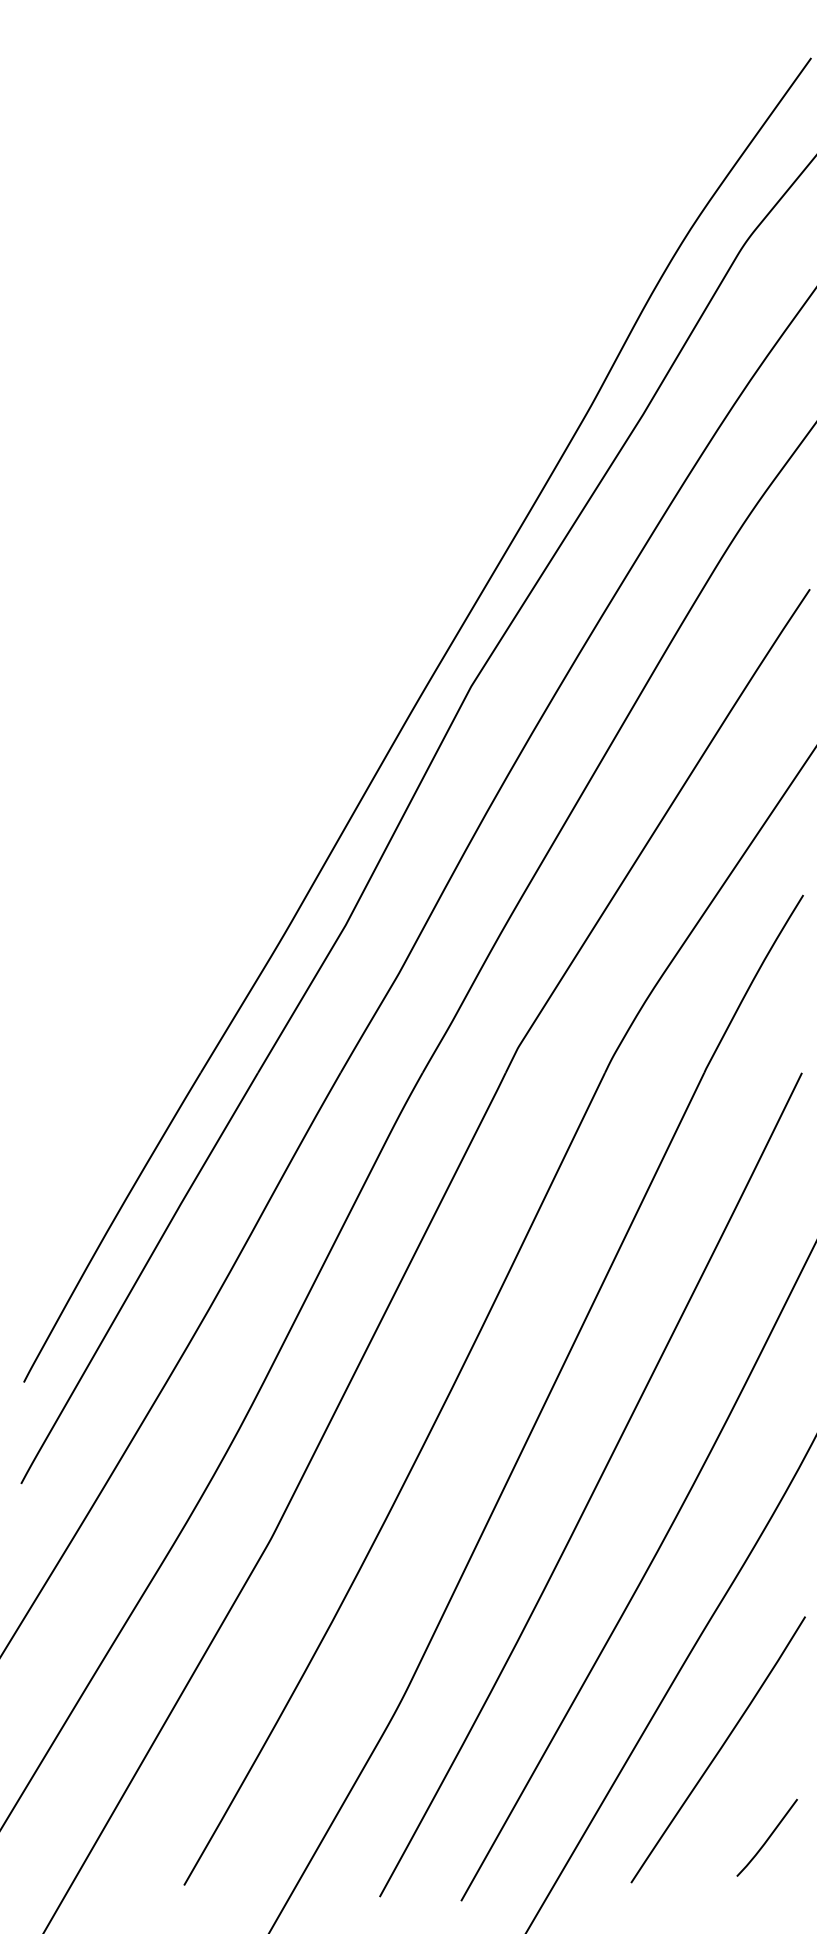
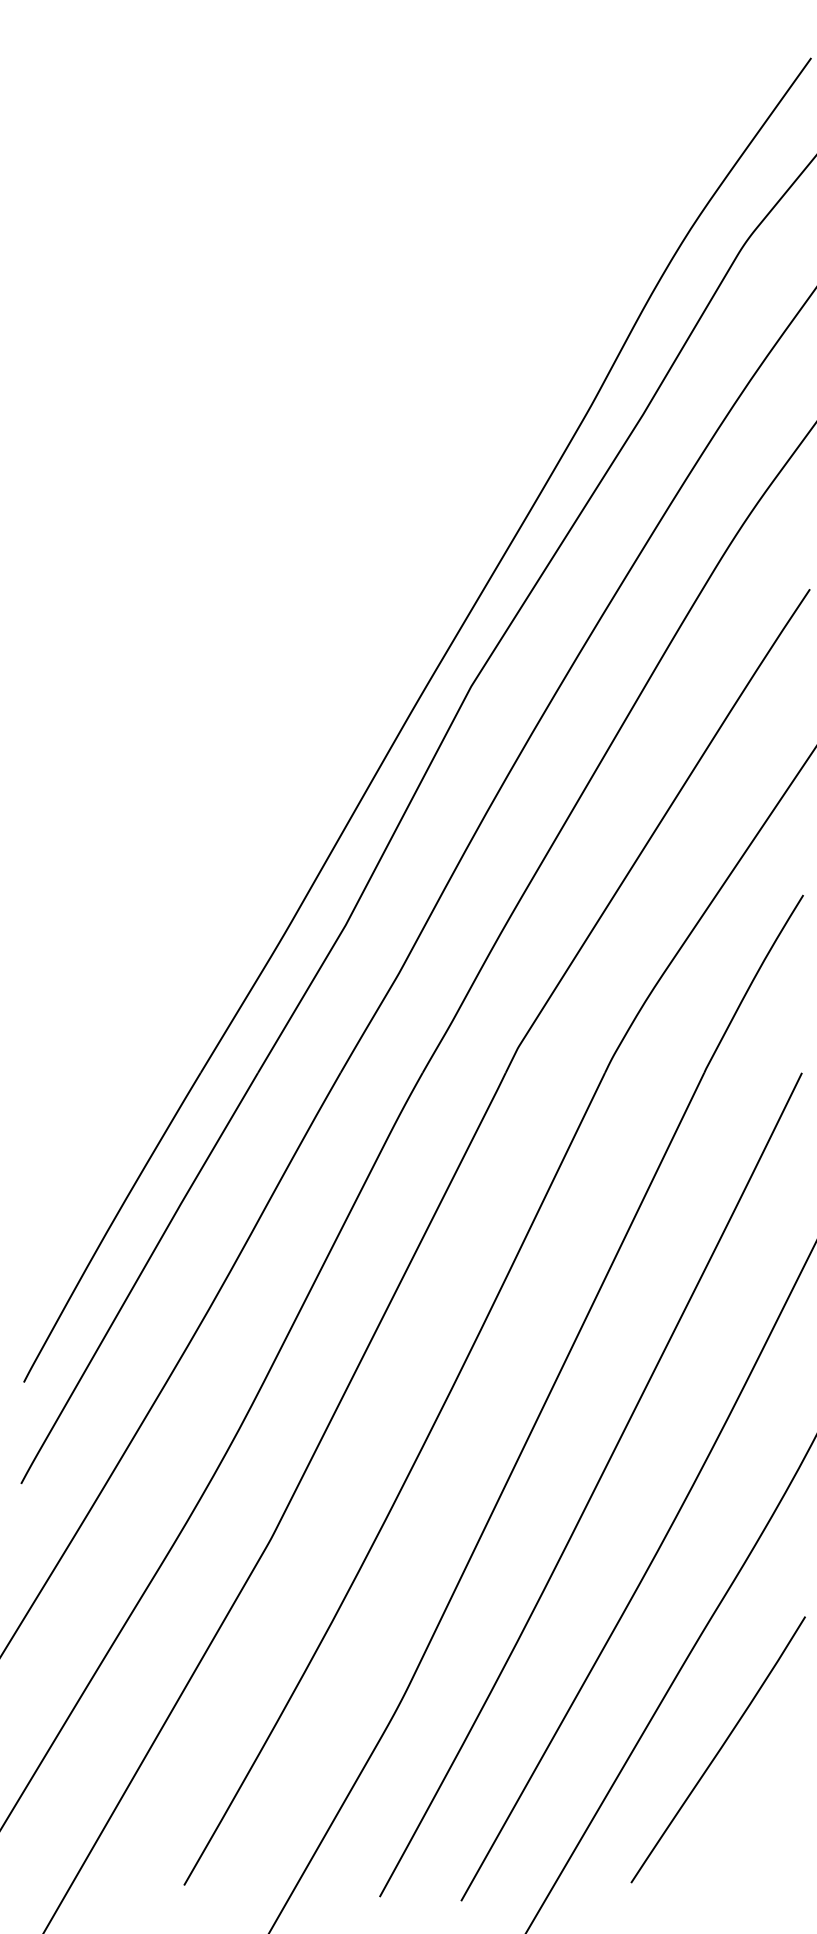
line at (767, 1838): present -> none
